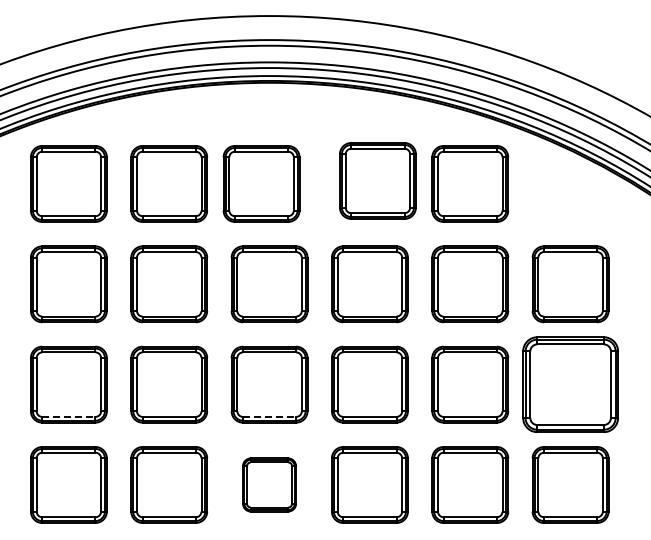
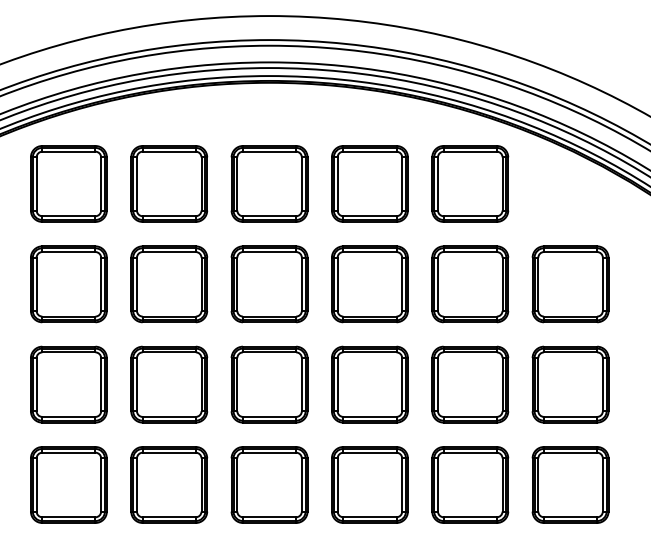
part at (377, 180) position: (377, 180) -> (369, 183)
part at (261, 183) position: (261, 183) -> (269, 183)
part at (570, 384) size: 97x97 px -> 79x79 px
line at (68, 416): dashed -> solid
line at (269, 416): dashed -> solid
part at (269, 484) size: 55x56 px -> 79x78 px
